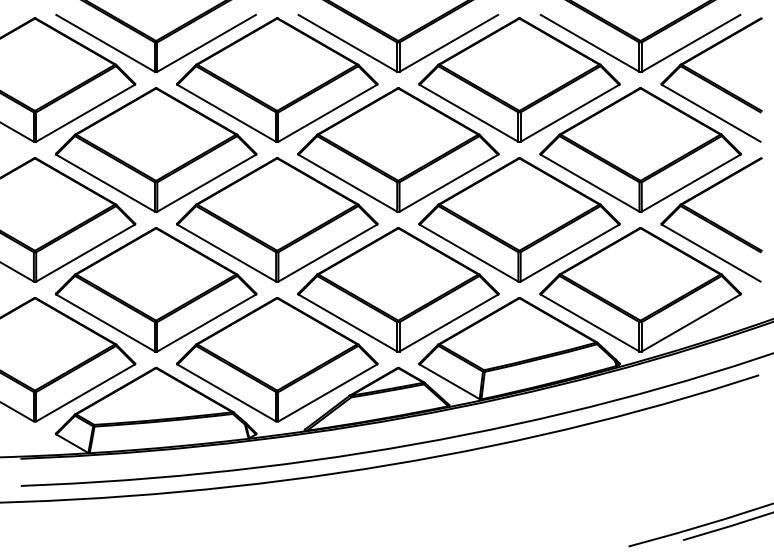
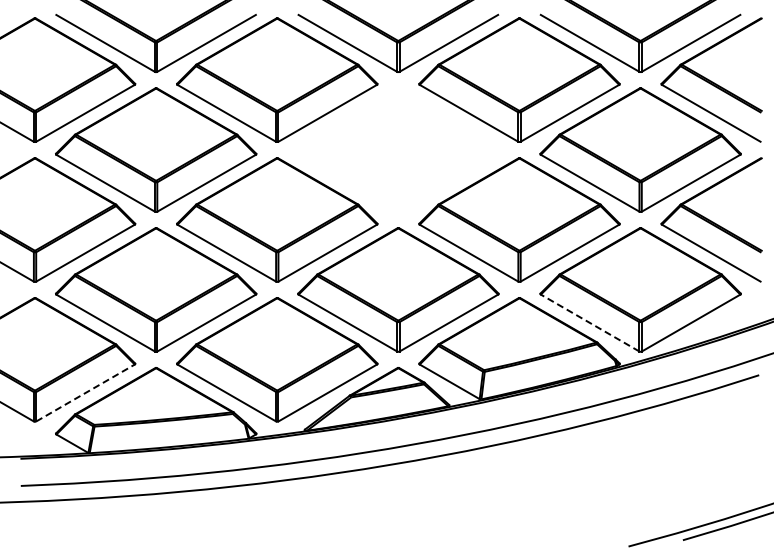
part at (398, 149): present -> none
line at (590, 323): solid -> dashed
line at (85, 393): solid -> dashed
